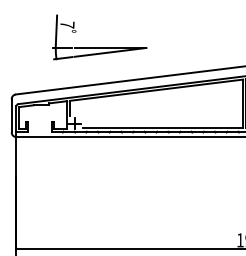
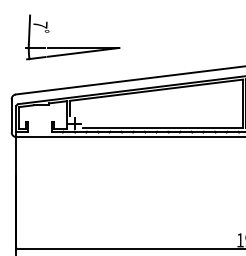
part at (99, 47) position: (99, 47) -> (72, 47)
